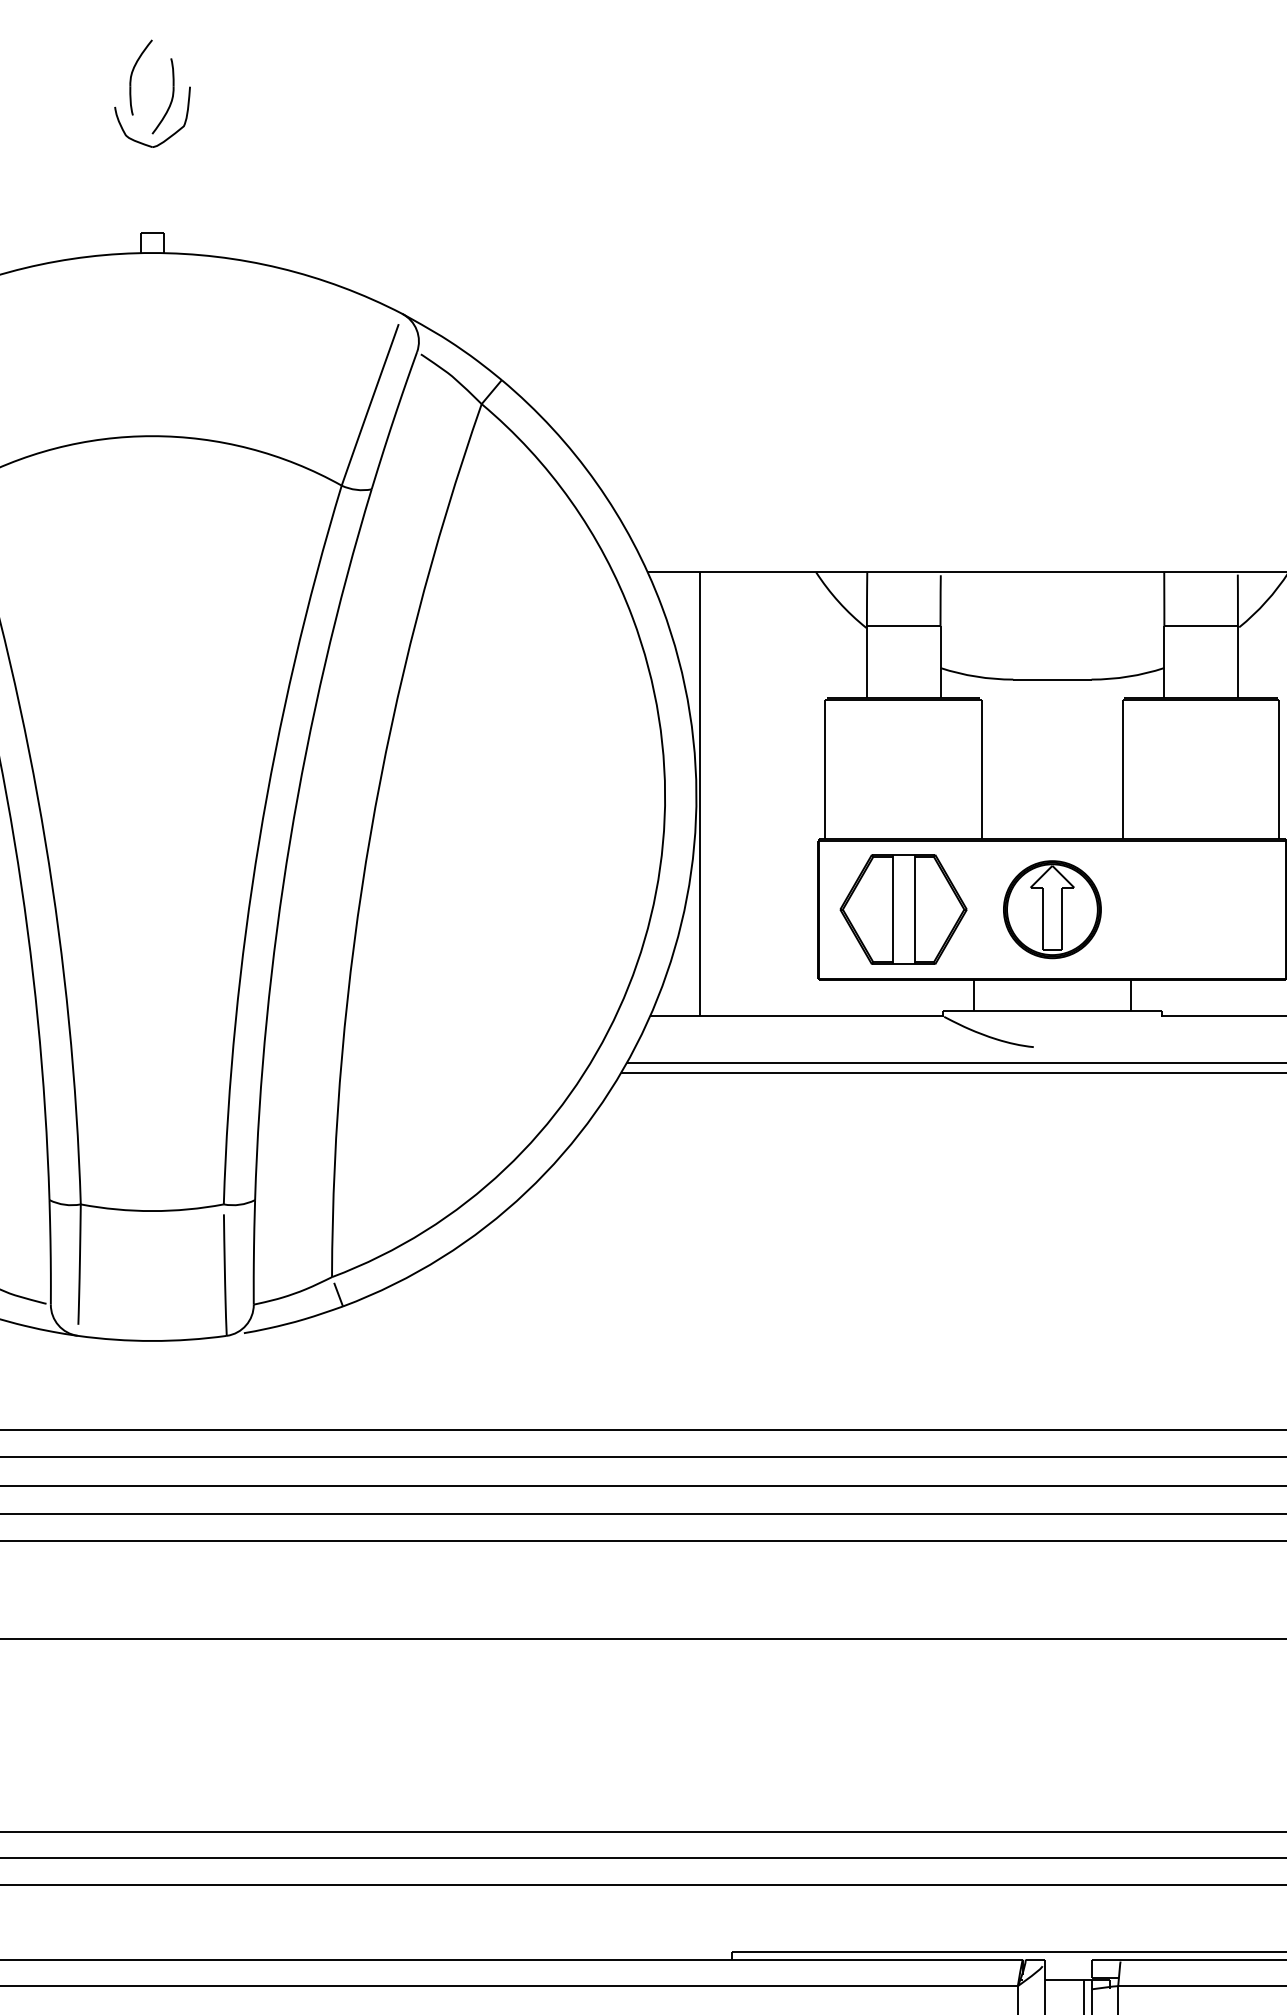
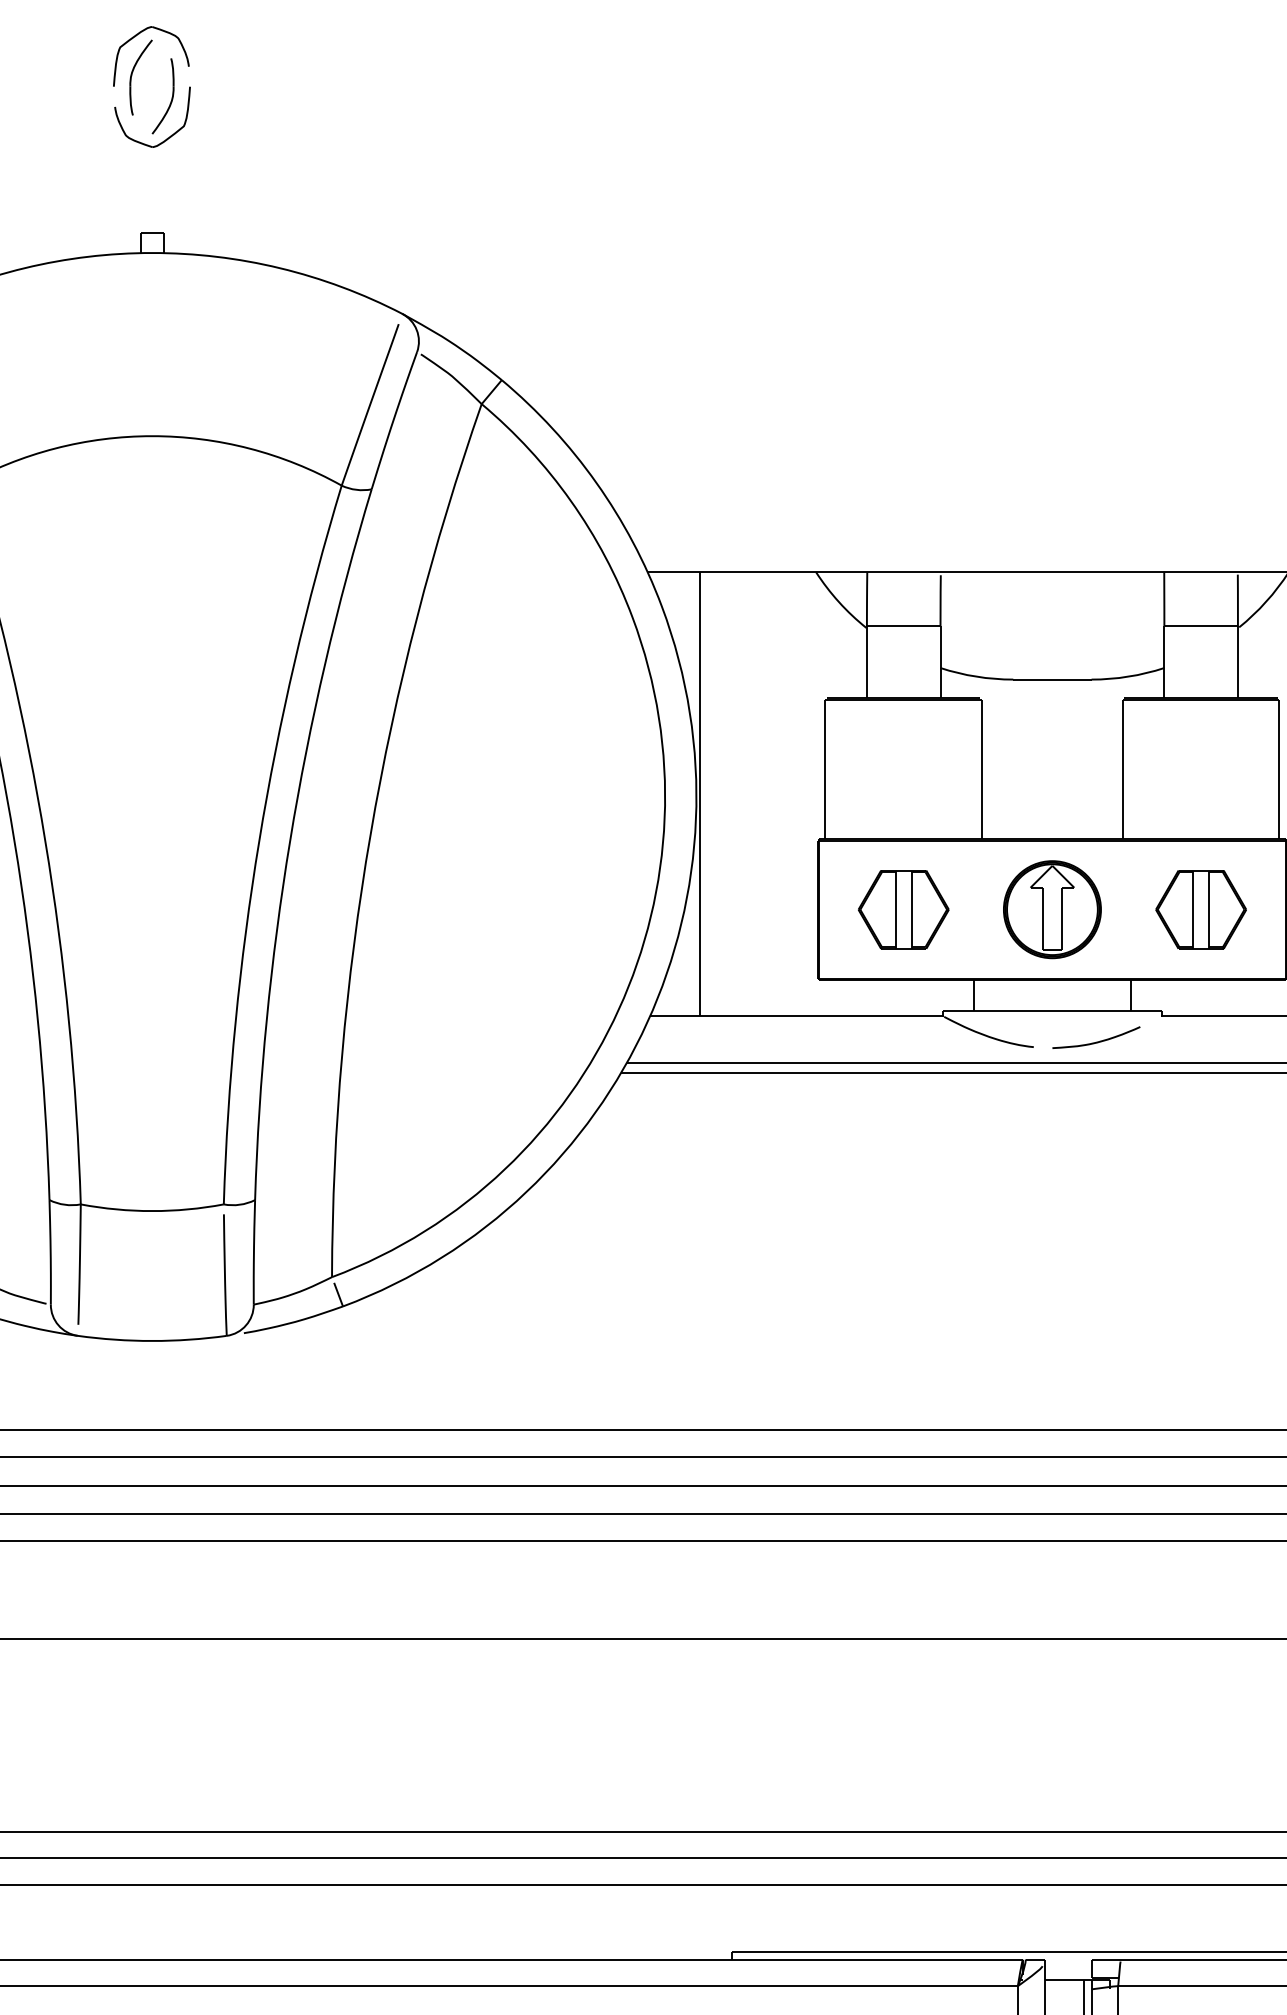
part at (136, 36): none -> present
part at (903, 909) size: 129x111 px -> 92x80 px
part at (1200, 909): none -> present
part at (1096, 1037): none -> present
